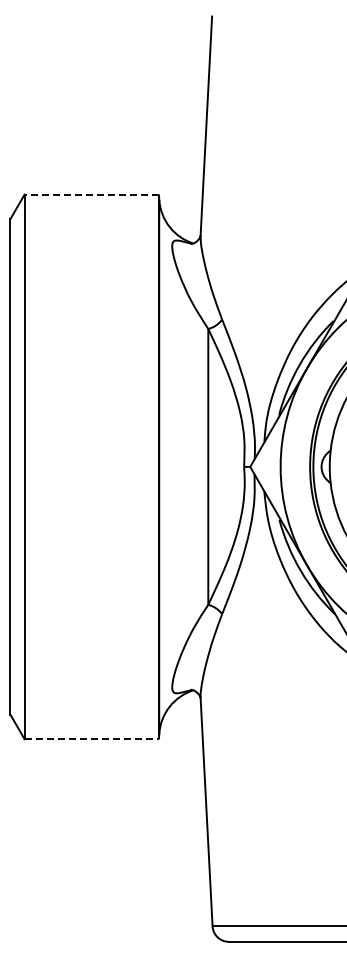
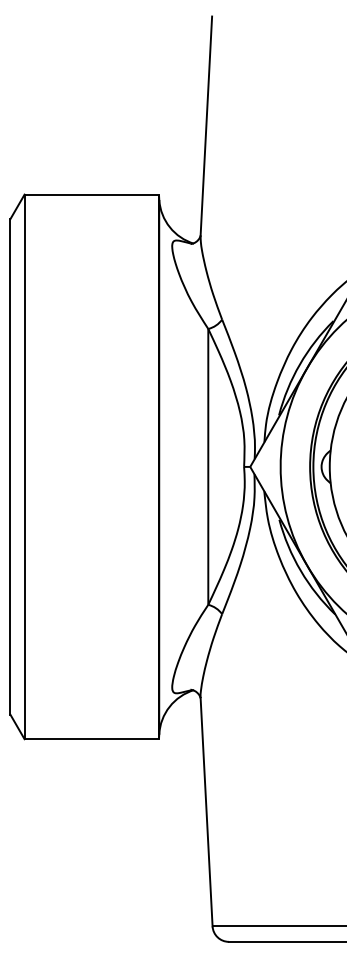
line at (91, 194): dashed -> solid
line at (92, 739): dashed -> solid
